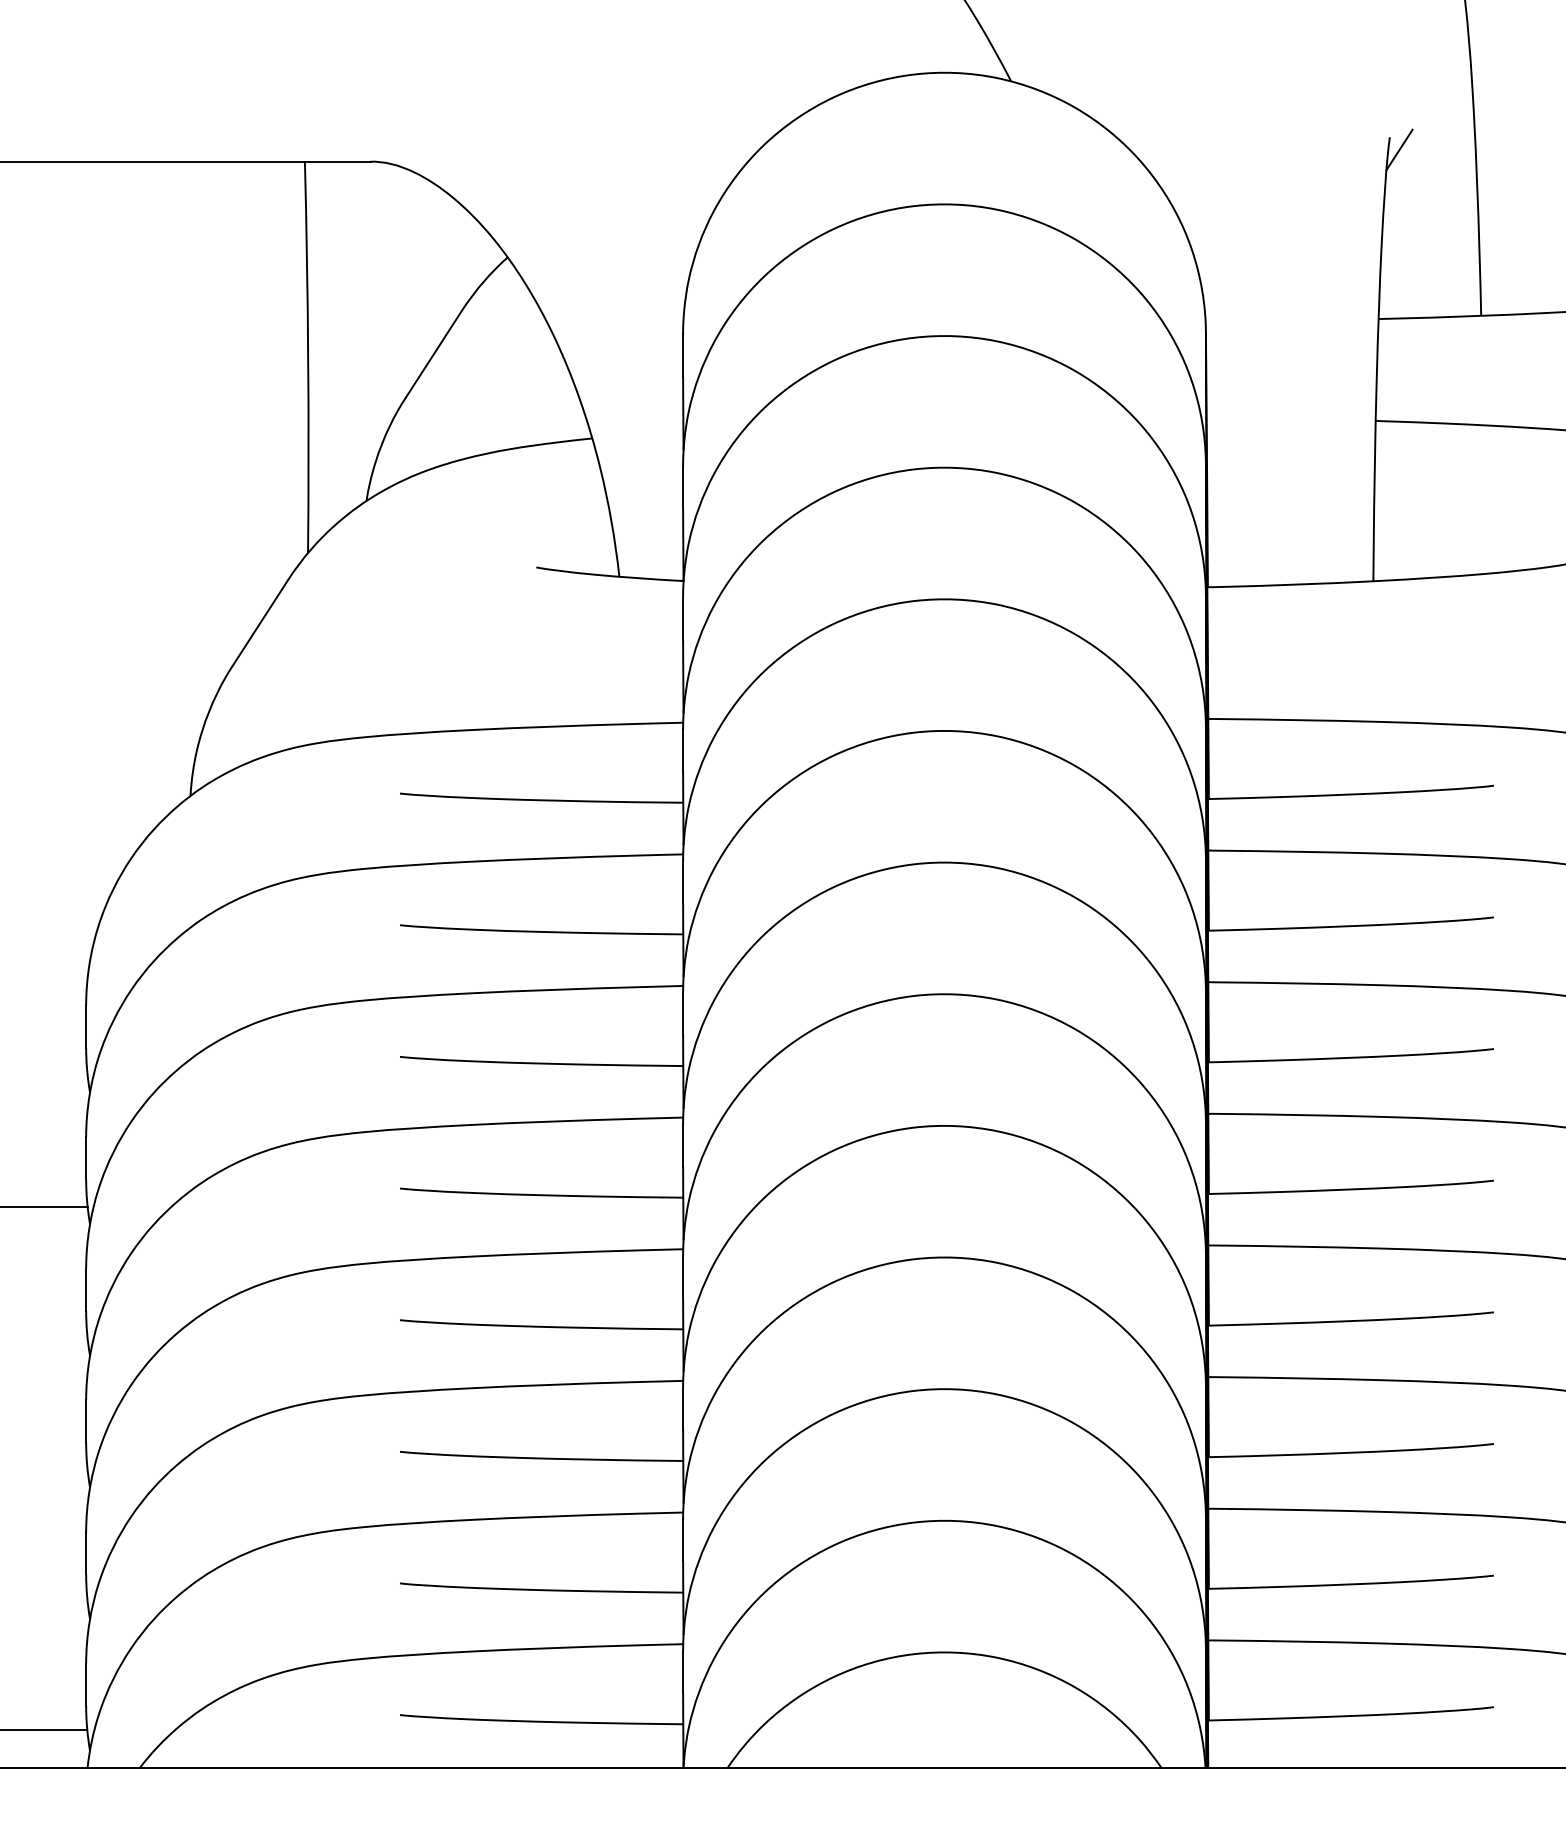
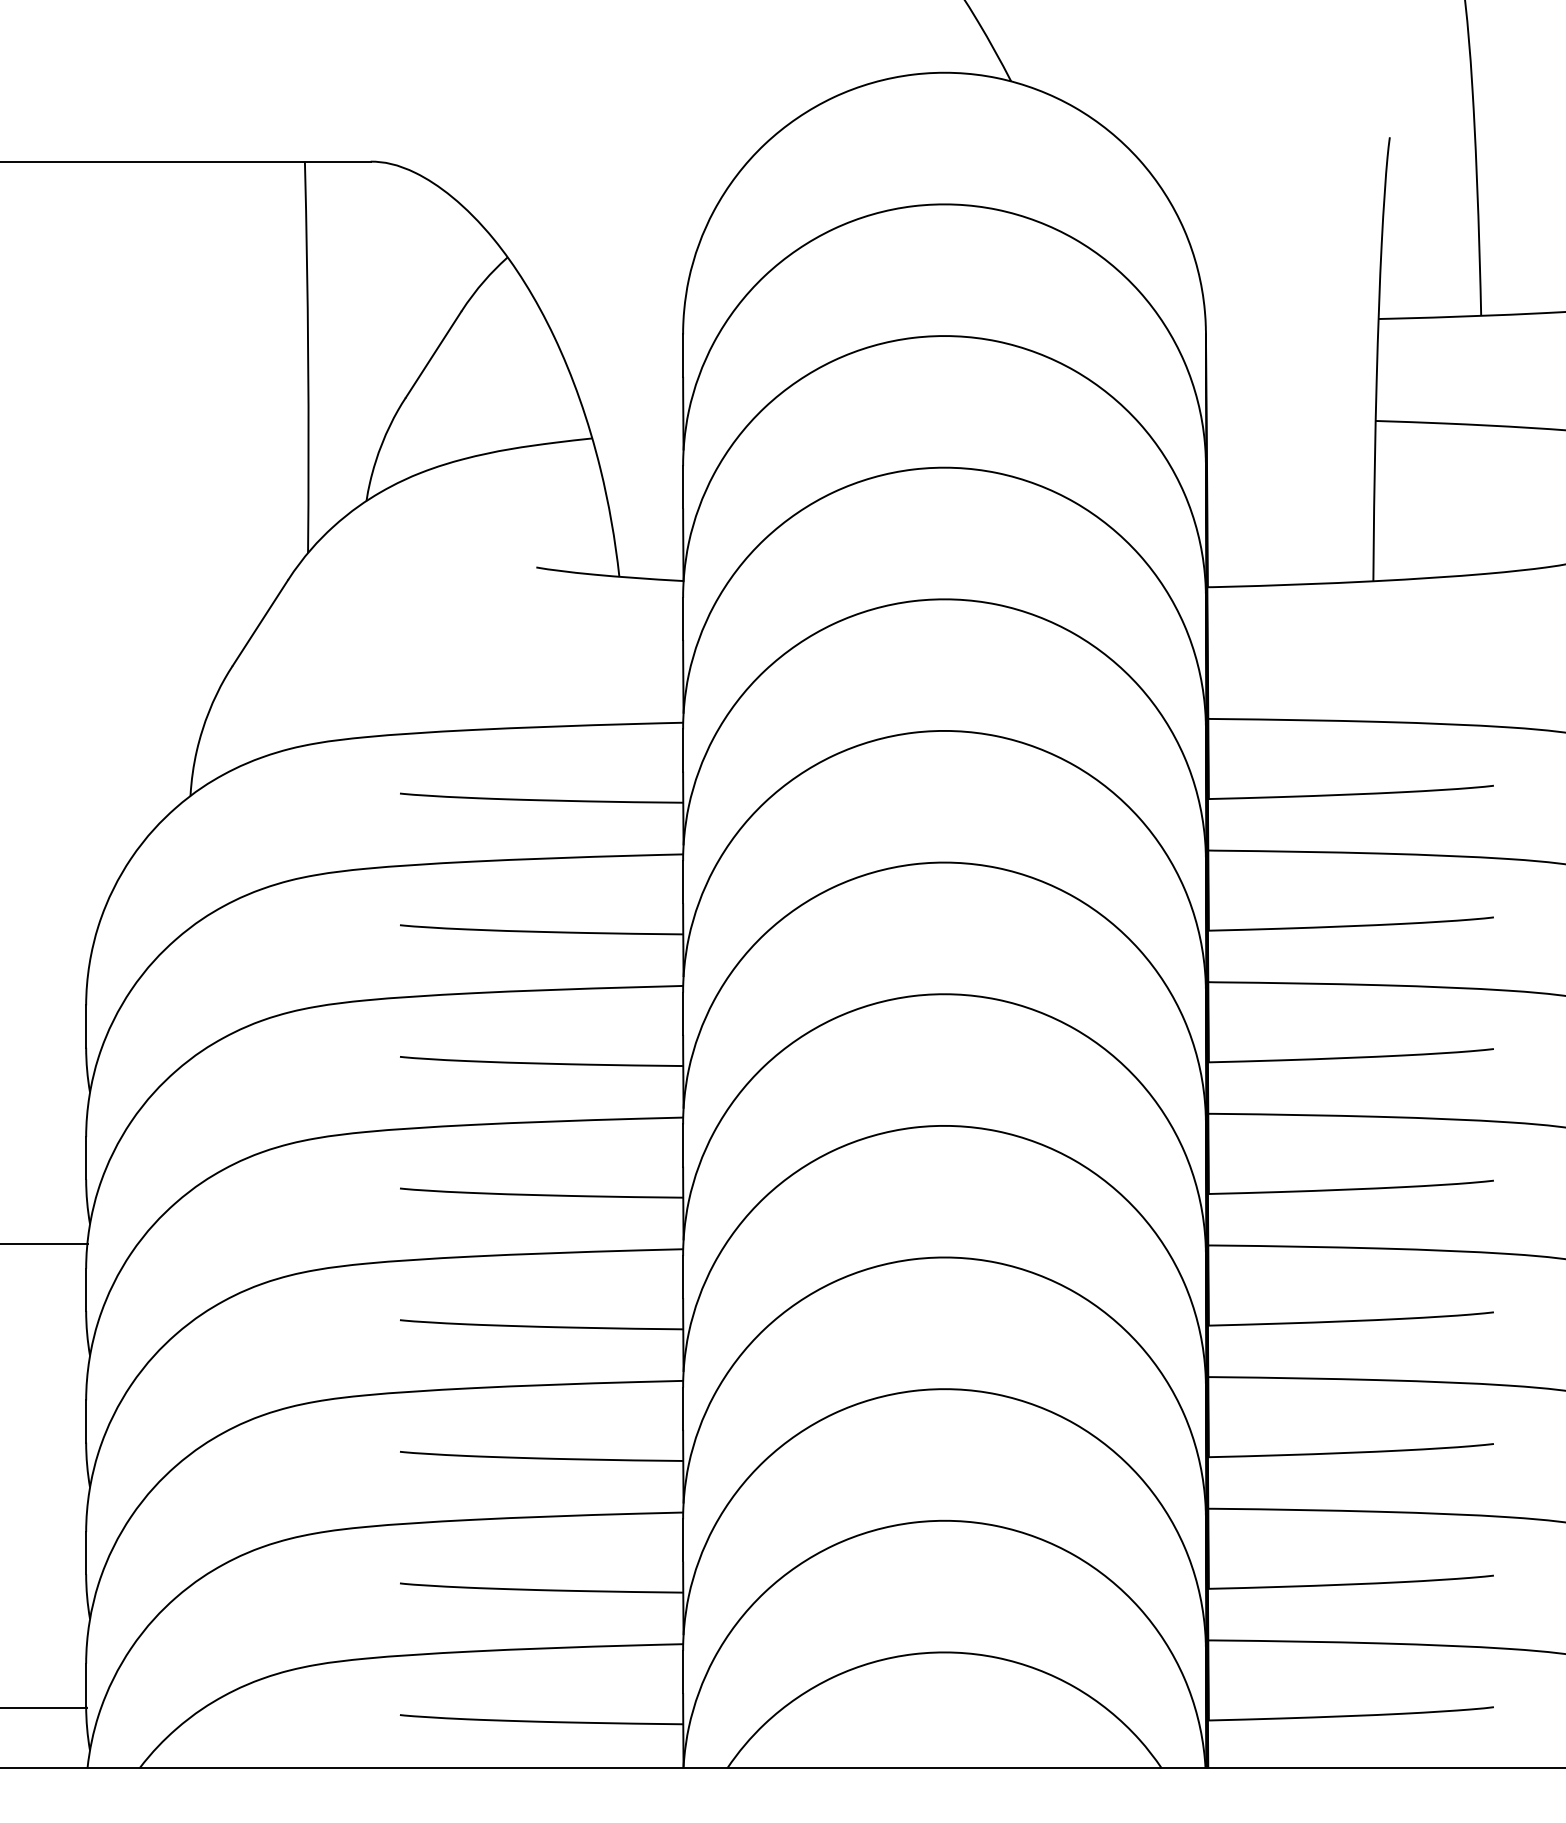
line at (1399, 149): present -> none
line at (44, 1207) position: (44, 1207) -> (44, 1244)
line at (44, 1730) position: (44, 1730) -> (44, 1708)
